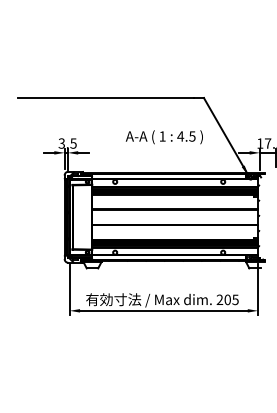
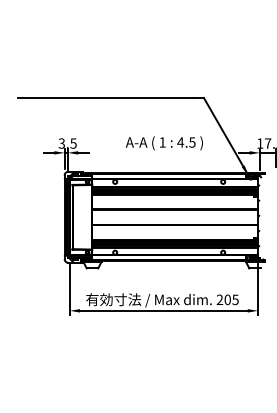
text at (163, 137) position: (163, 137) -> (163, 143)
